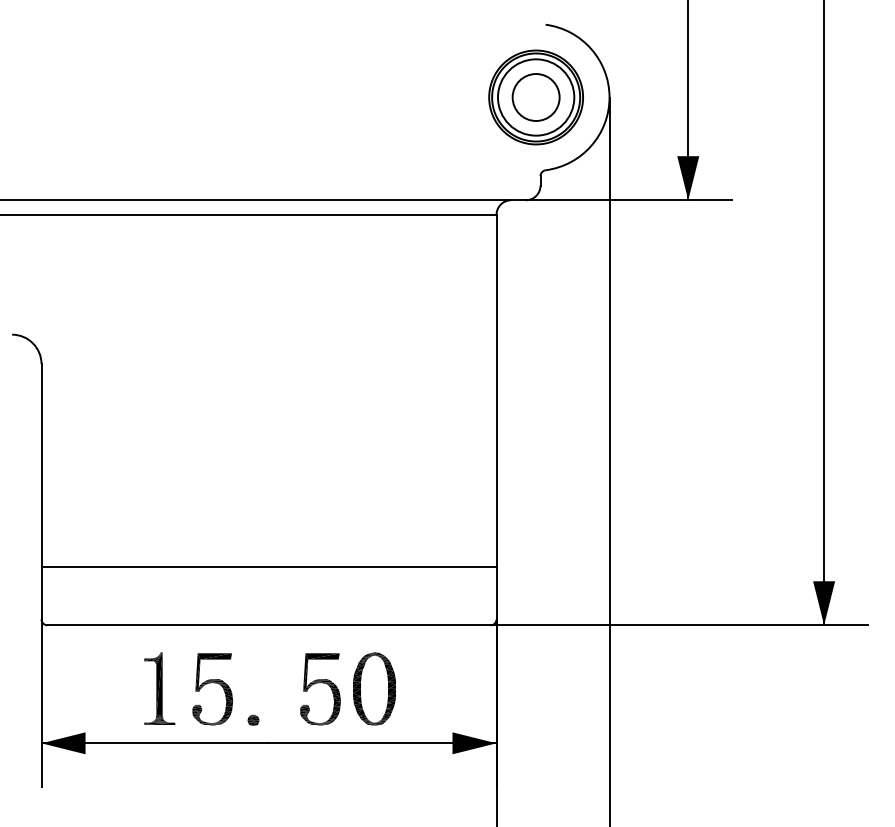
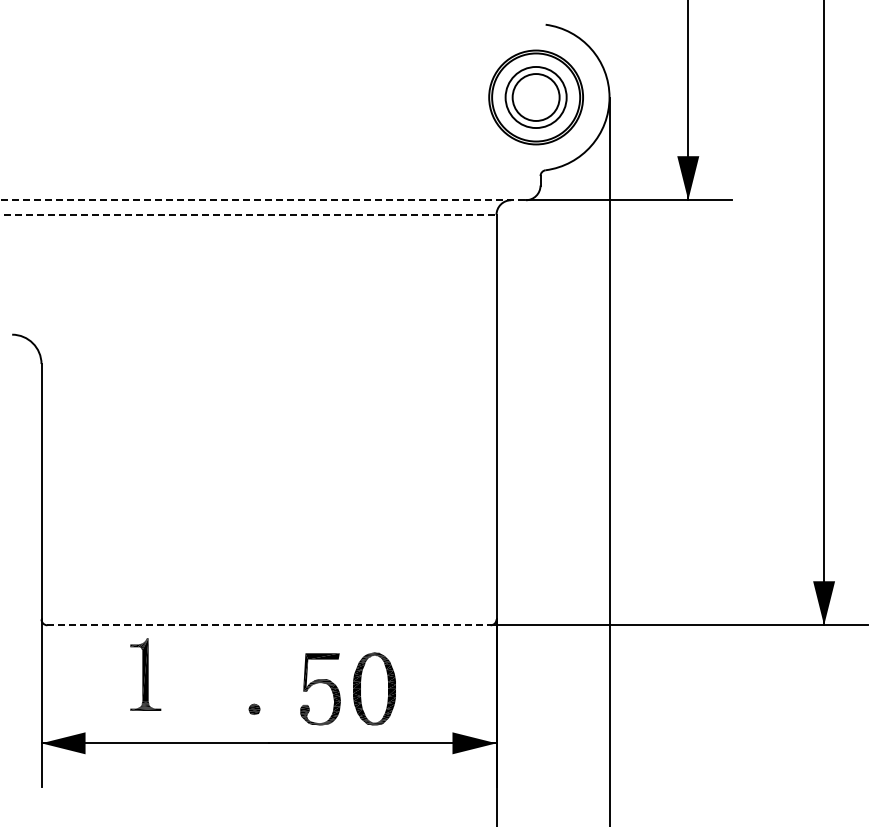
circle at (535, 97) diameter: 76 px -> 61 px
line at (263, 200): solid -> dashed
line at (248, 214): solid -> dashed
line at (268, 566): present -> none
line at (269, 625): solid -> dashed
part at (211, 683): present -> none
part at (159, 688) position: (159, 688) -> (145, 674)
part at (253, 719) position: (253, 719) -> (254, 708)
